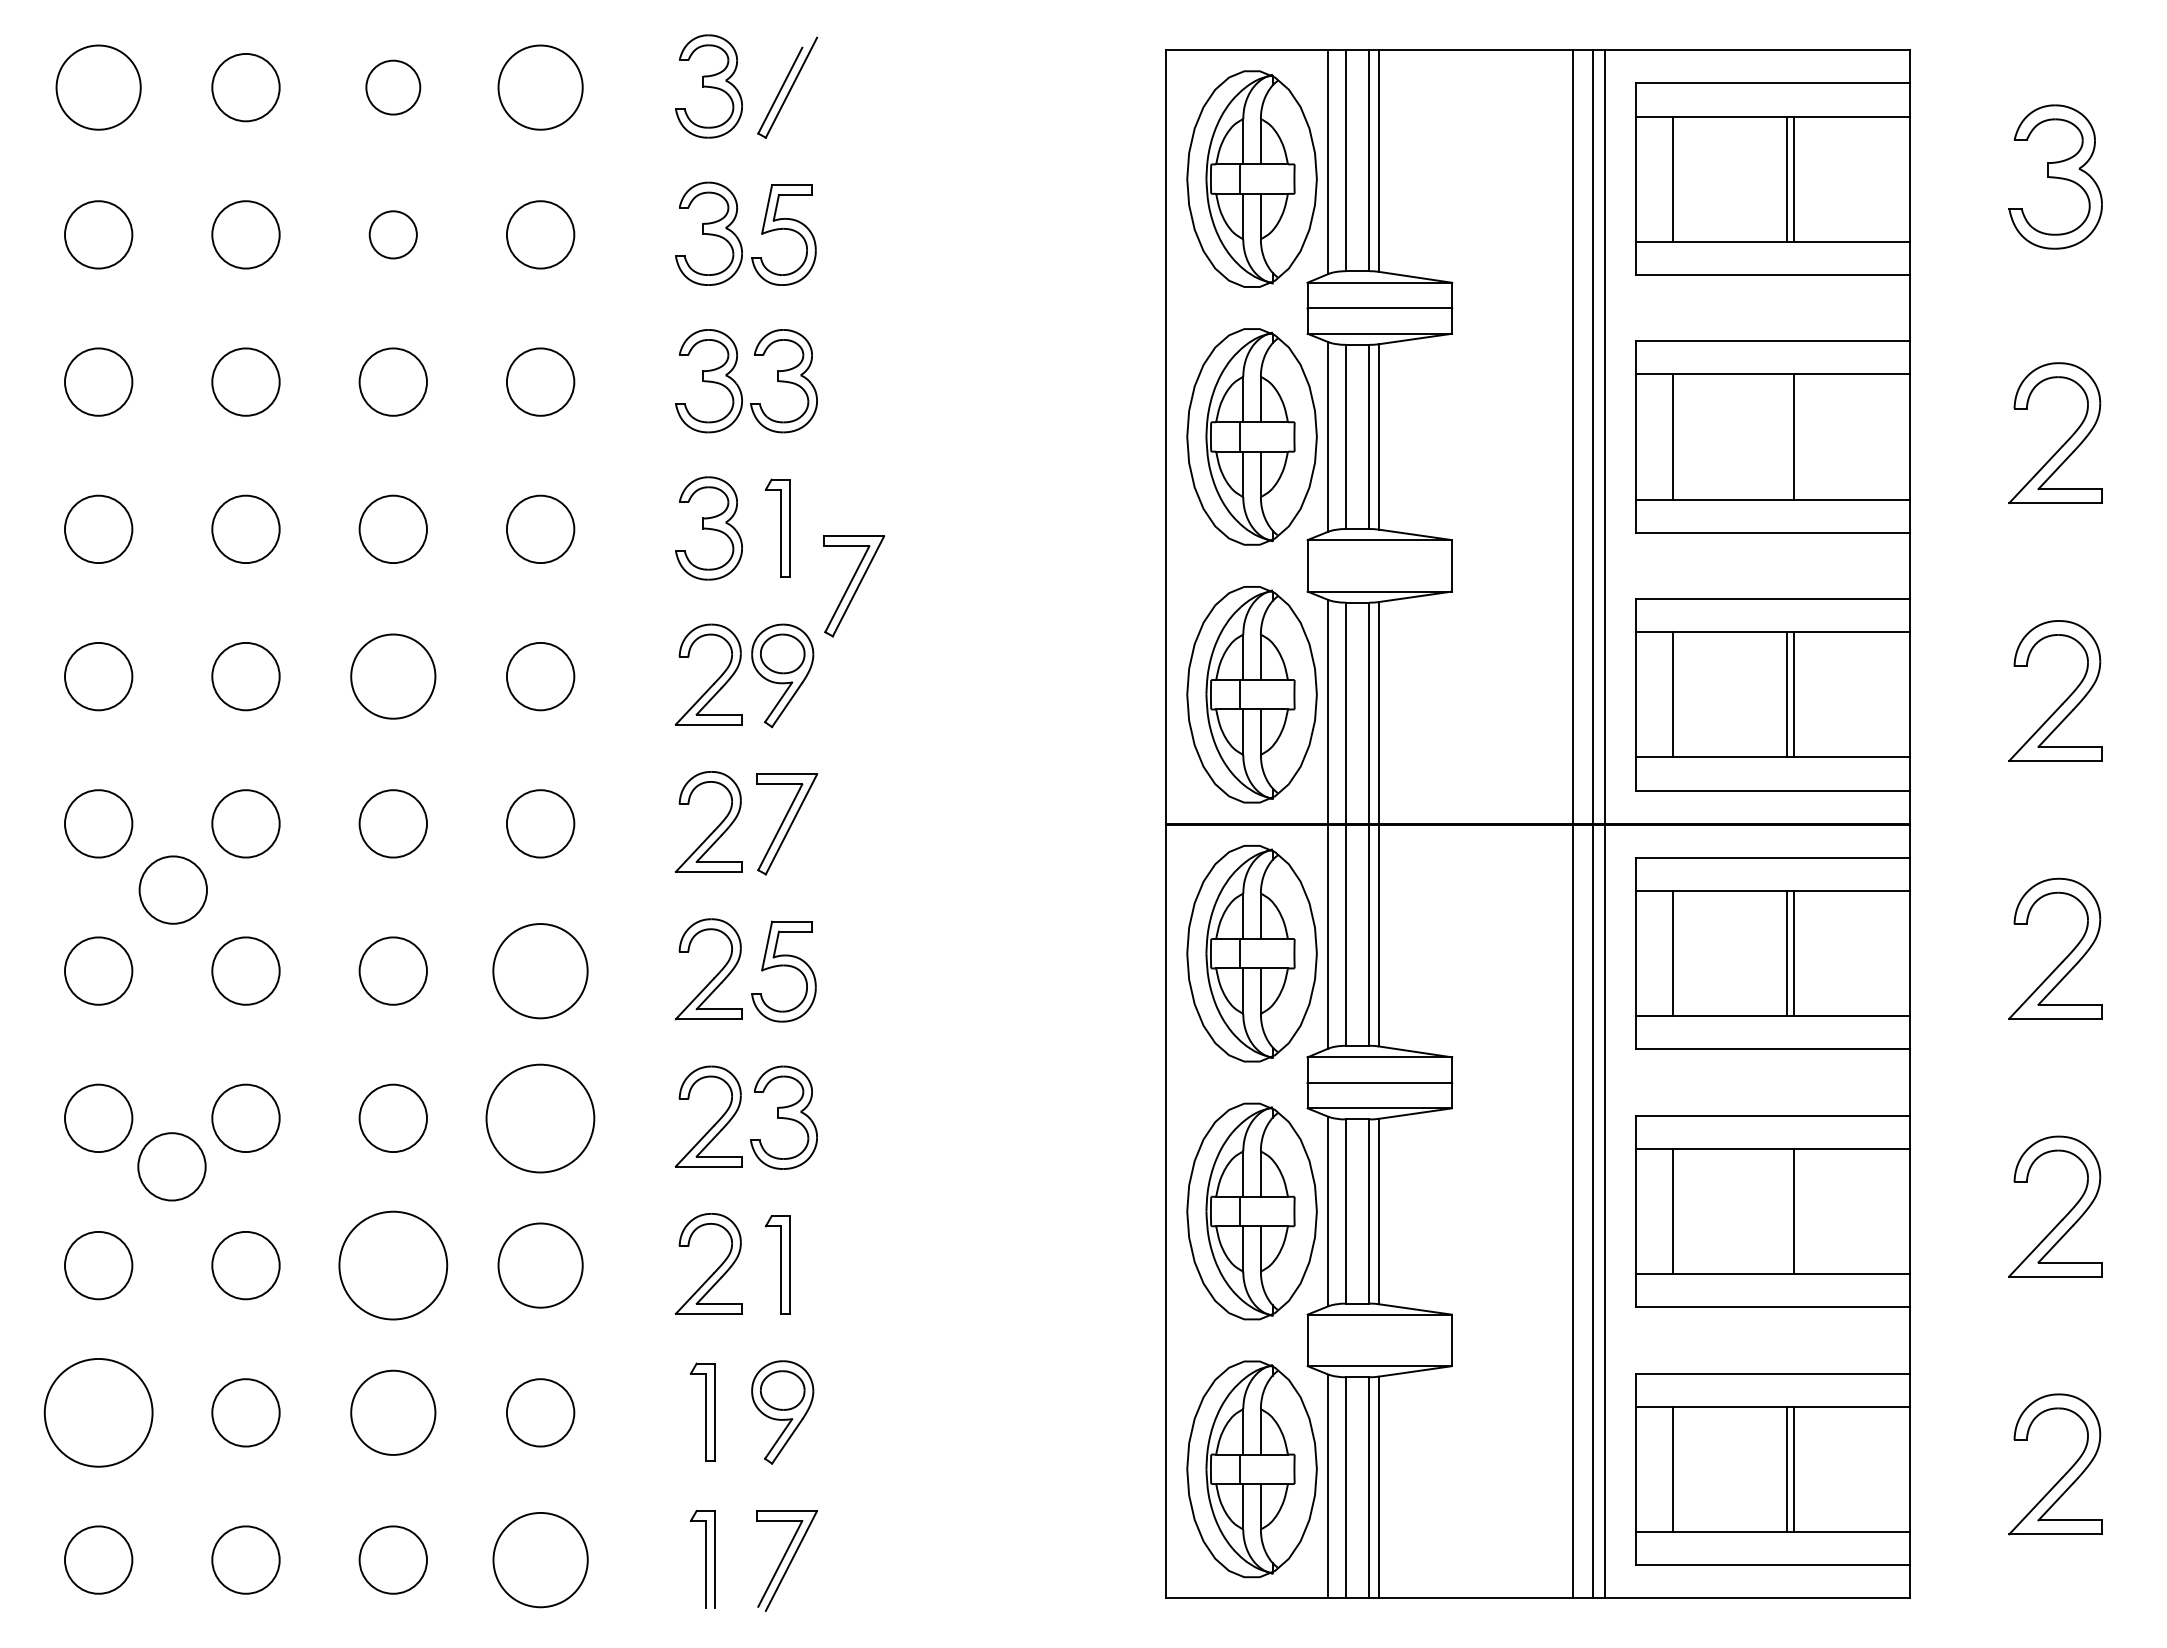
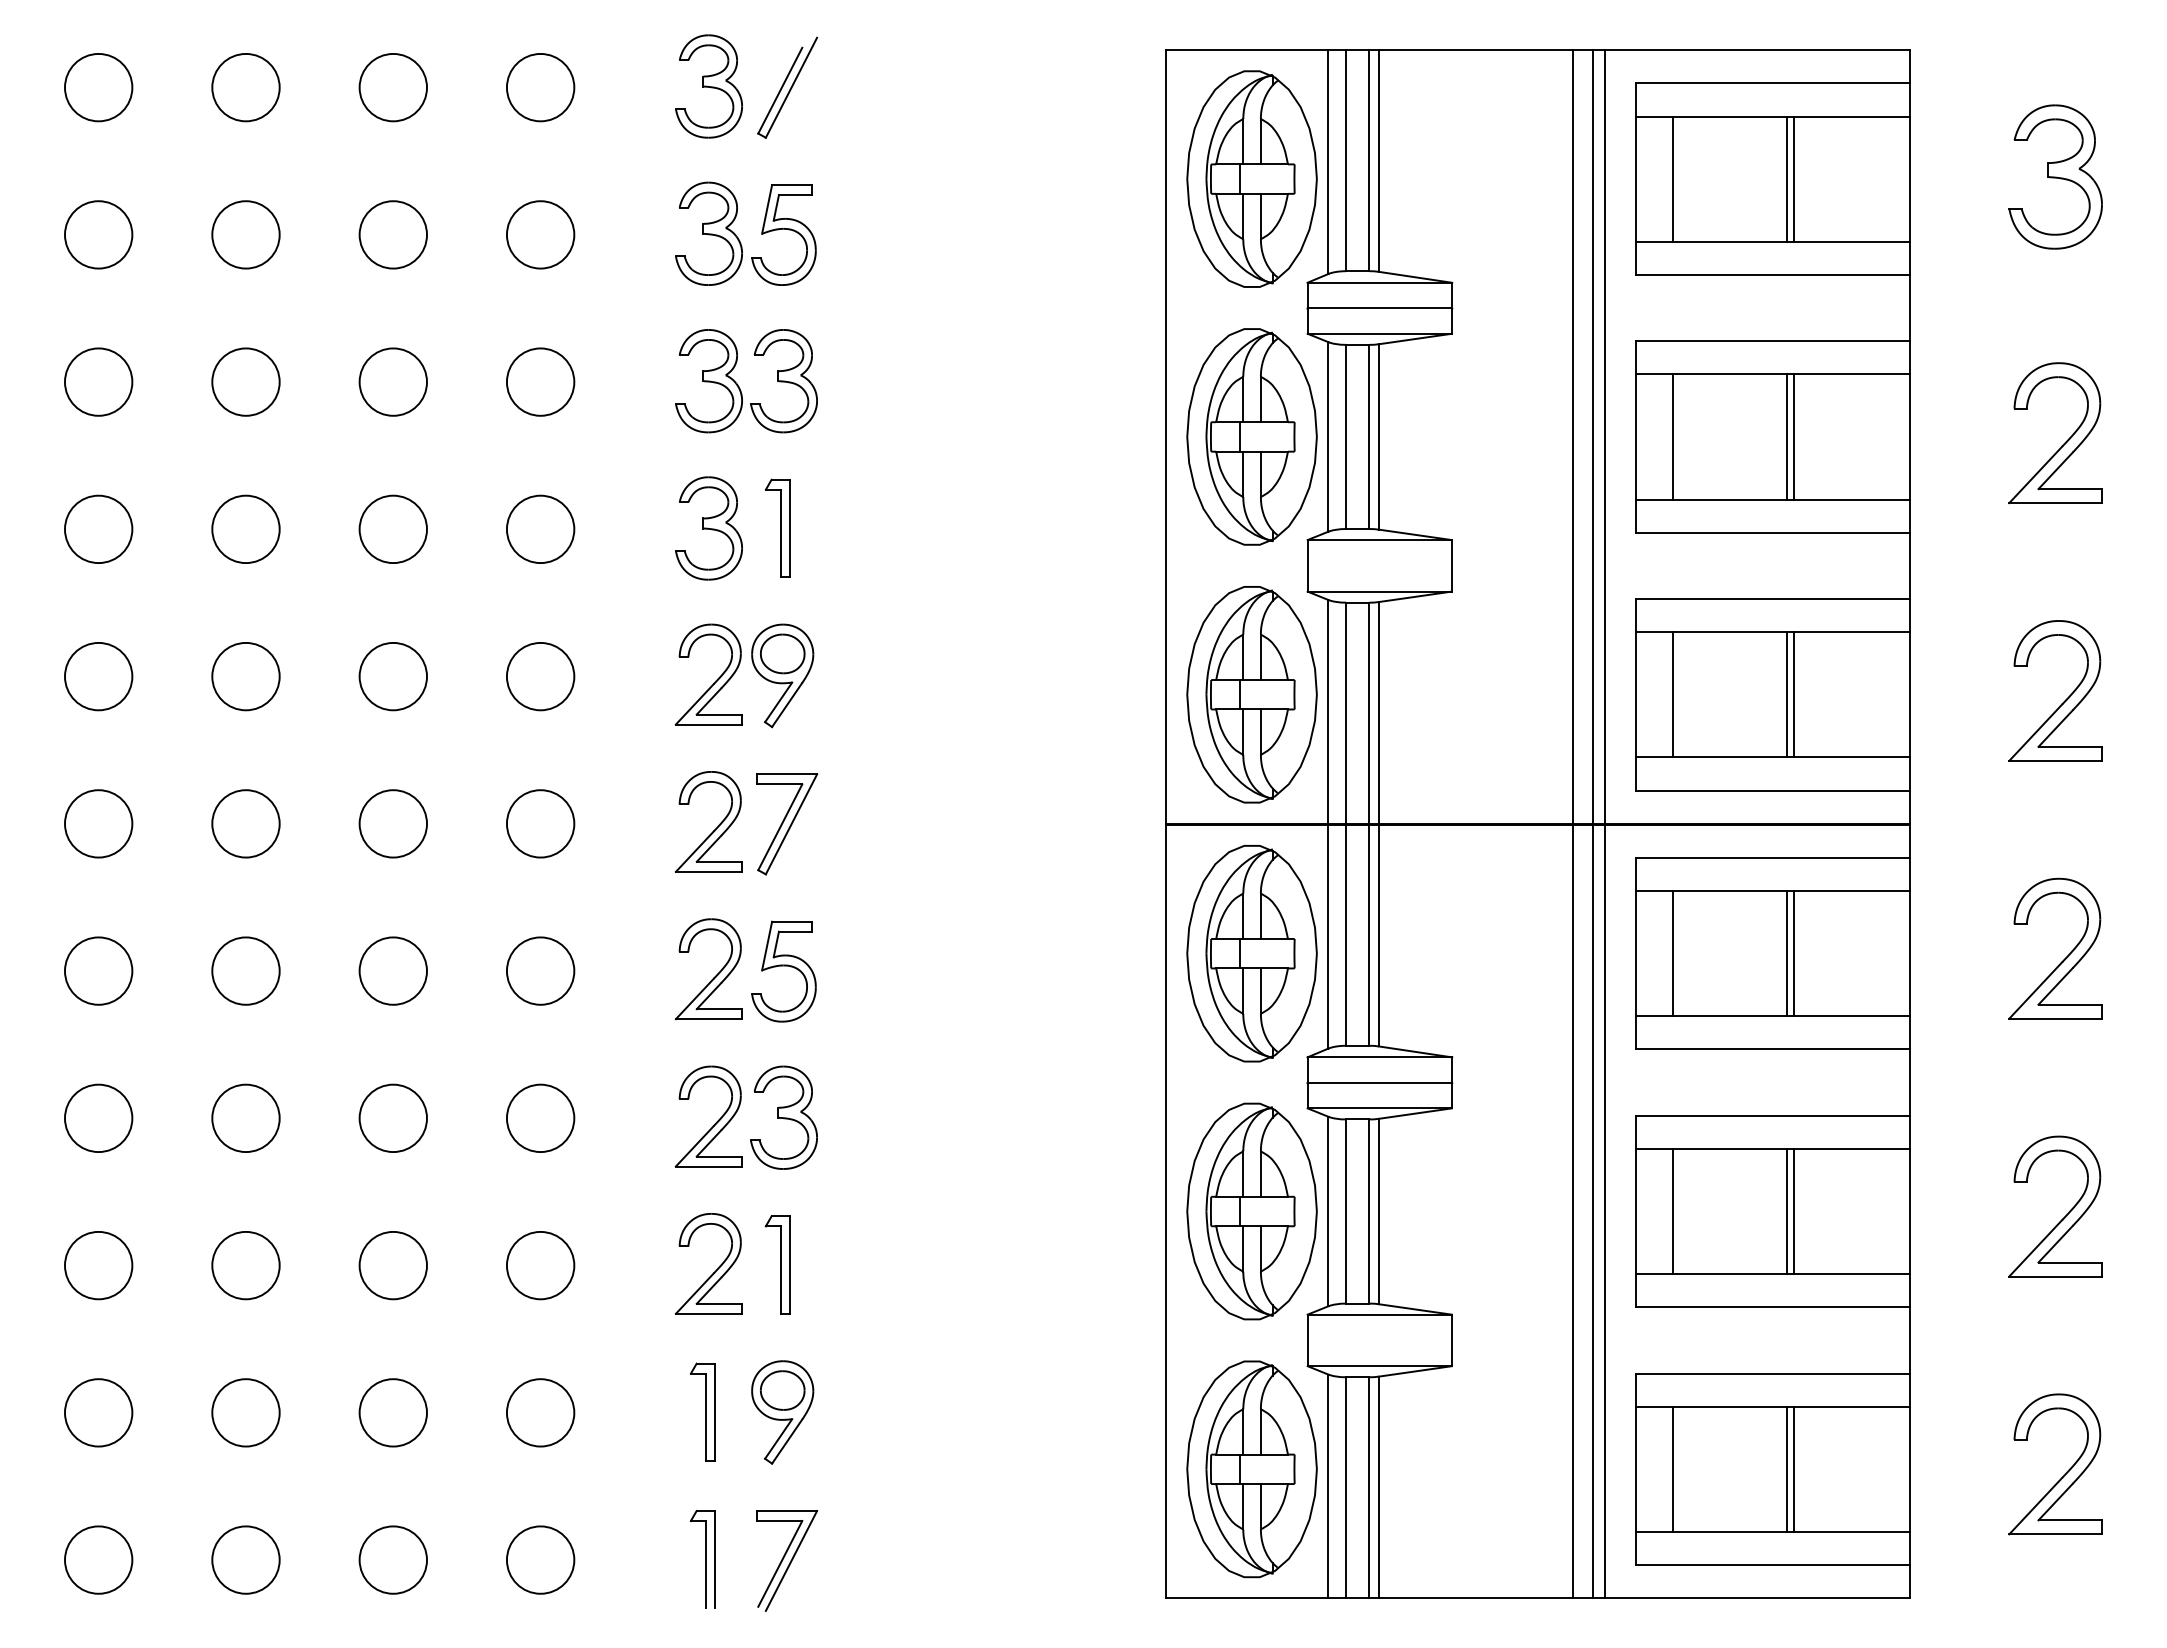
circle at (98, 87) diameter: 84 px -> 67 px
circle at (393, 87) diameter: 54 px -> 67 px
circle at (540, 87) diameter: 84 px -> 67 px
circle at (392, 234) diameter: 47 px -> 67 px
line at (1786, 436): none -> present
part at (854, 586): present -> none
circle at (393, 676) diameter: 84 px -> 67 px
circle at (172, 889): present -> none
circle at (540, 971) size: 97x97 px -> 70x70 px
circle at (540, 1118) size: 111x111 px -> 70x70 px
circle at (171, 1166): present -> none
line at (1786, 1211): none -> present
circle at (393, 1265) diameter: 108 px -> 67 px
circle at (540, 1265) diameter: 84 px -> 67 px
circle at (98, 1412) diameter: 108 px -> 67 px
circle at (393, 1412) diameter: 84 px -> 67 px
circle at (540, 1559) diameter: 94 px -> 67 px
